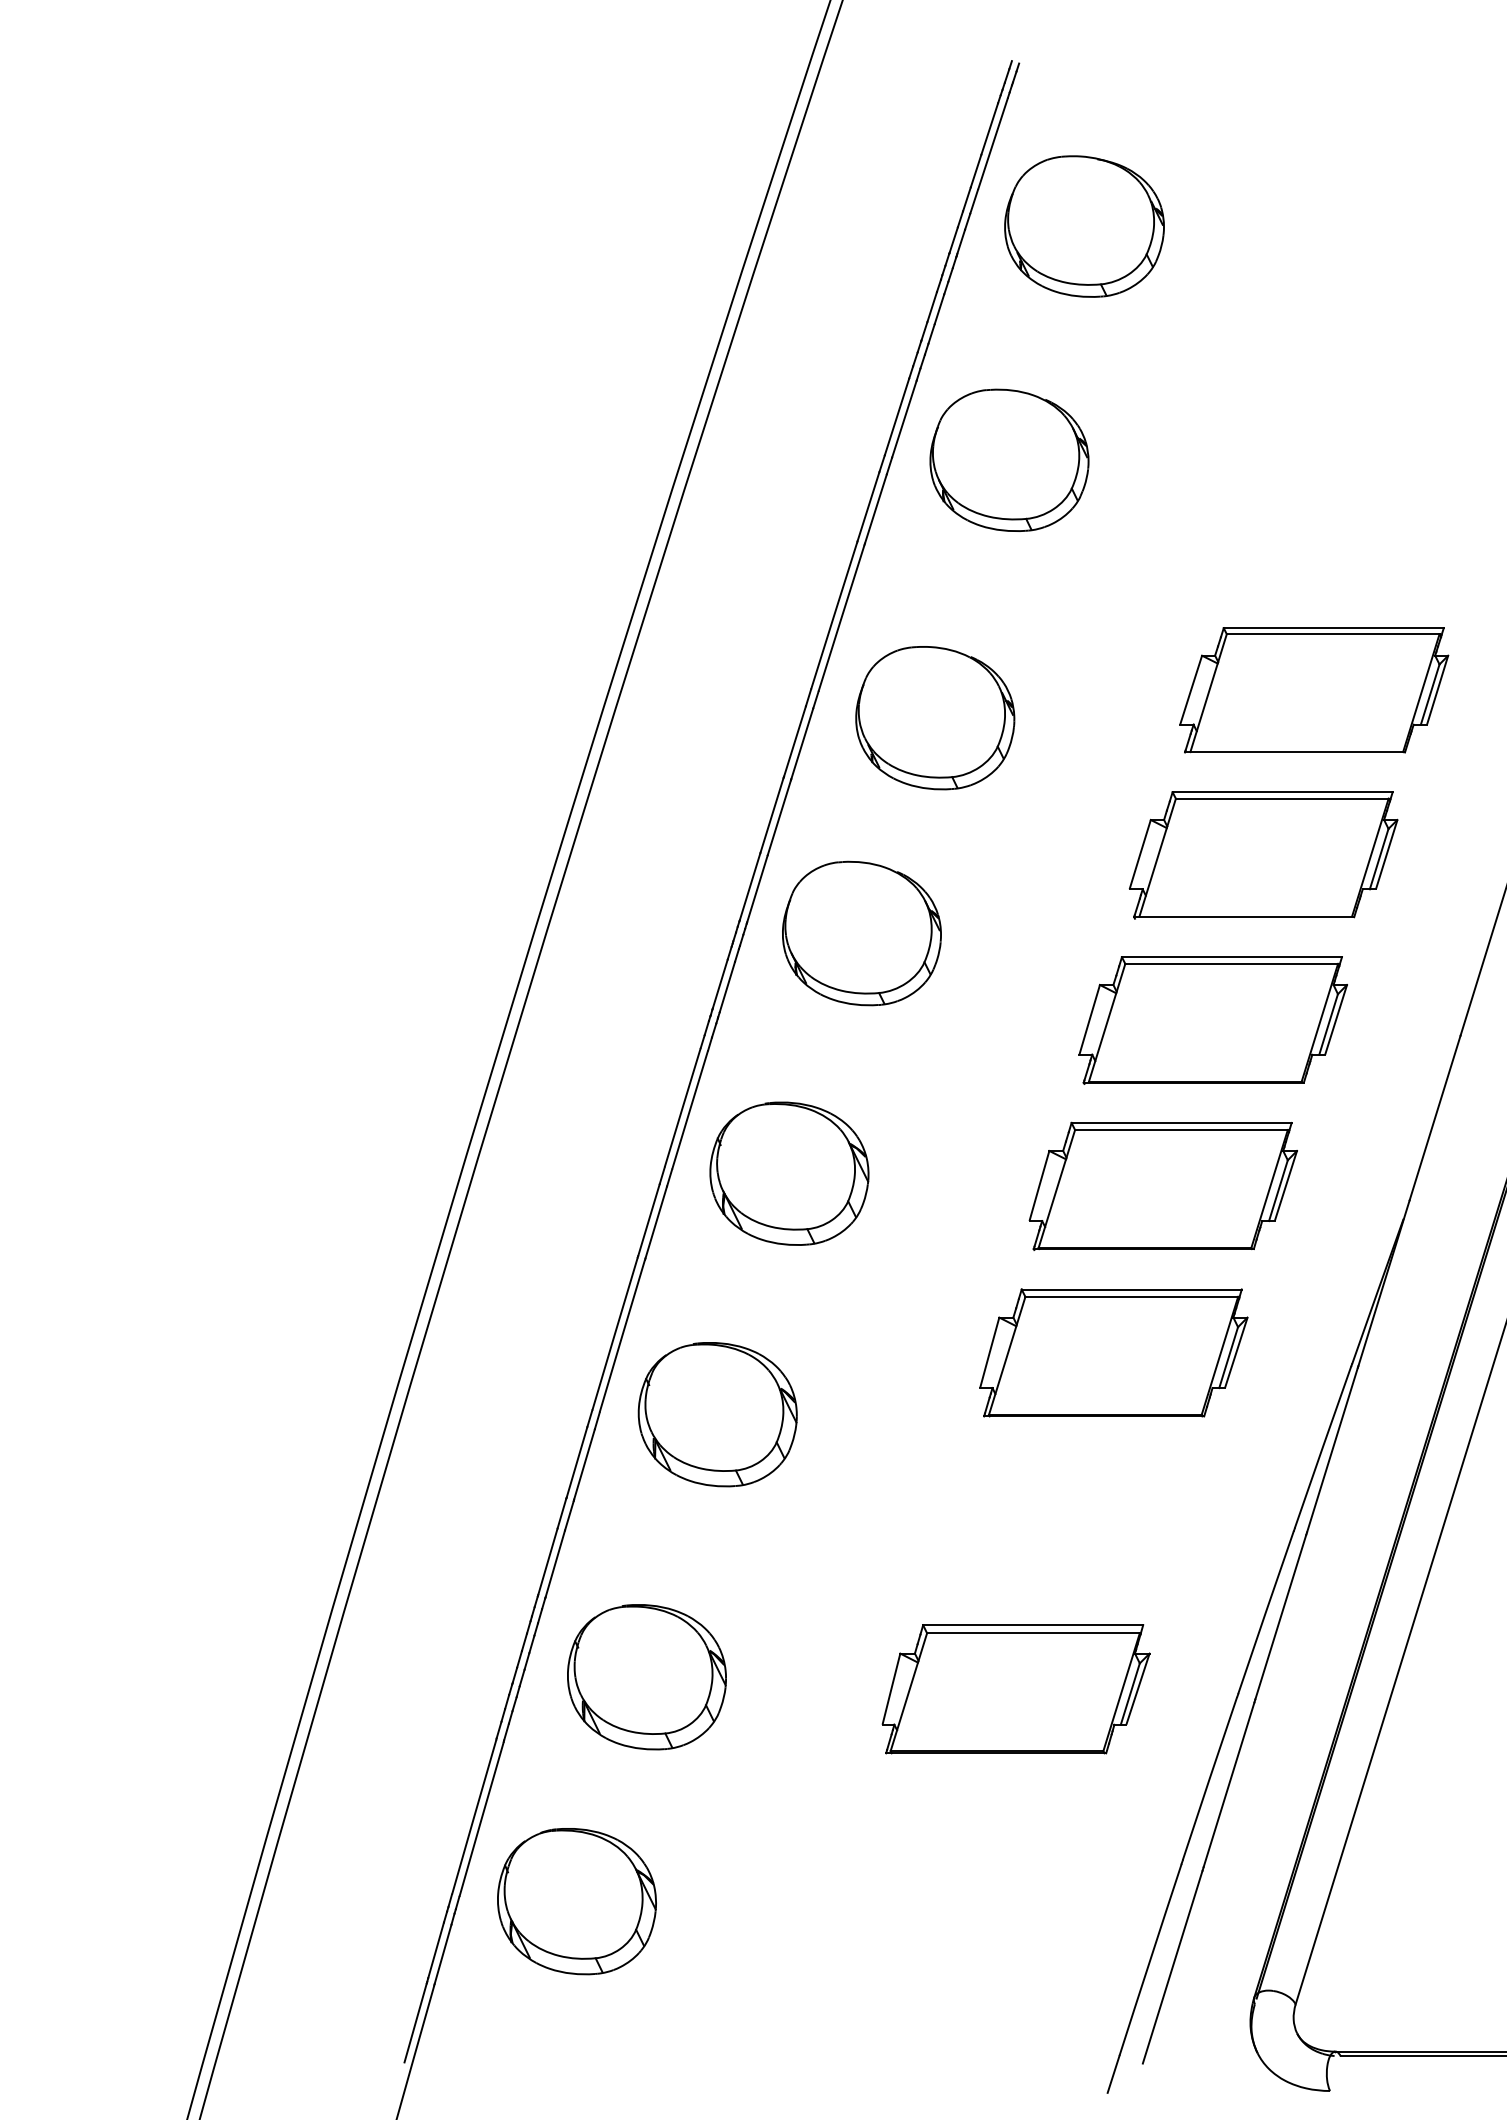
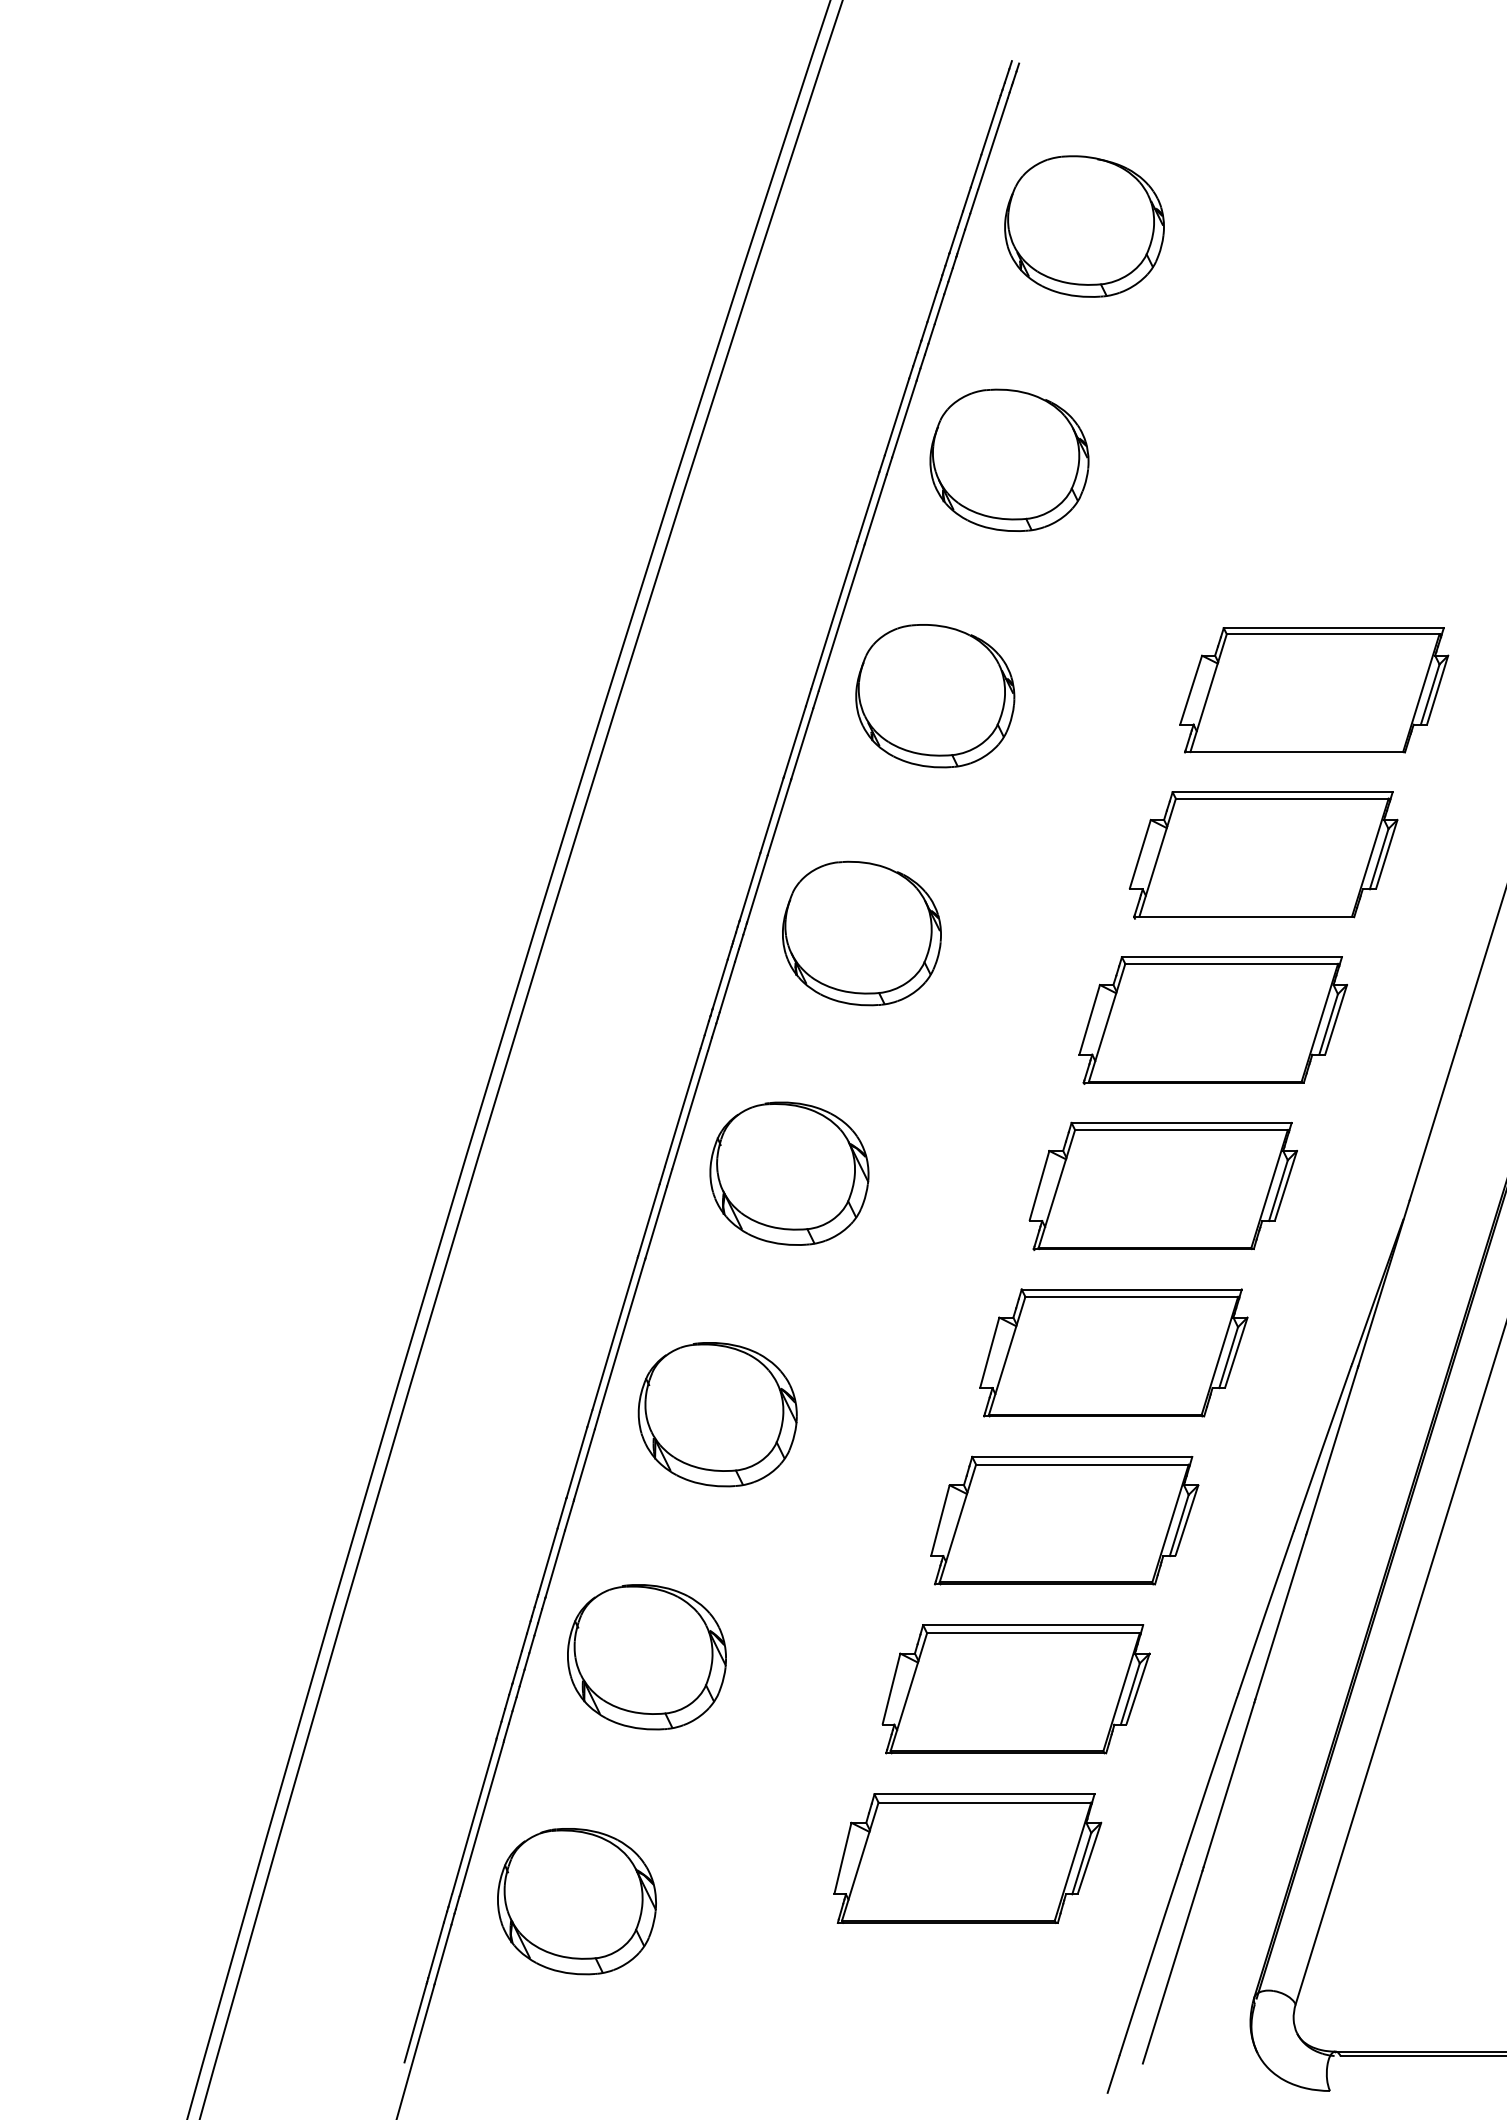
part at (935, 718) position: (935, 718) -> (935, 696)
part at (1064, 1520): none -> present
part at (646, 1677) position: (646, 1677) -> (646, 1657)
part at (967, 1858): none -> present
